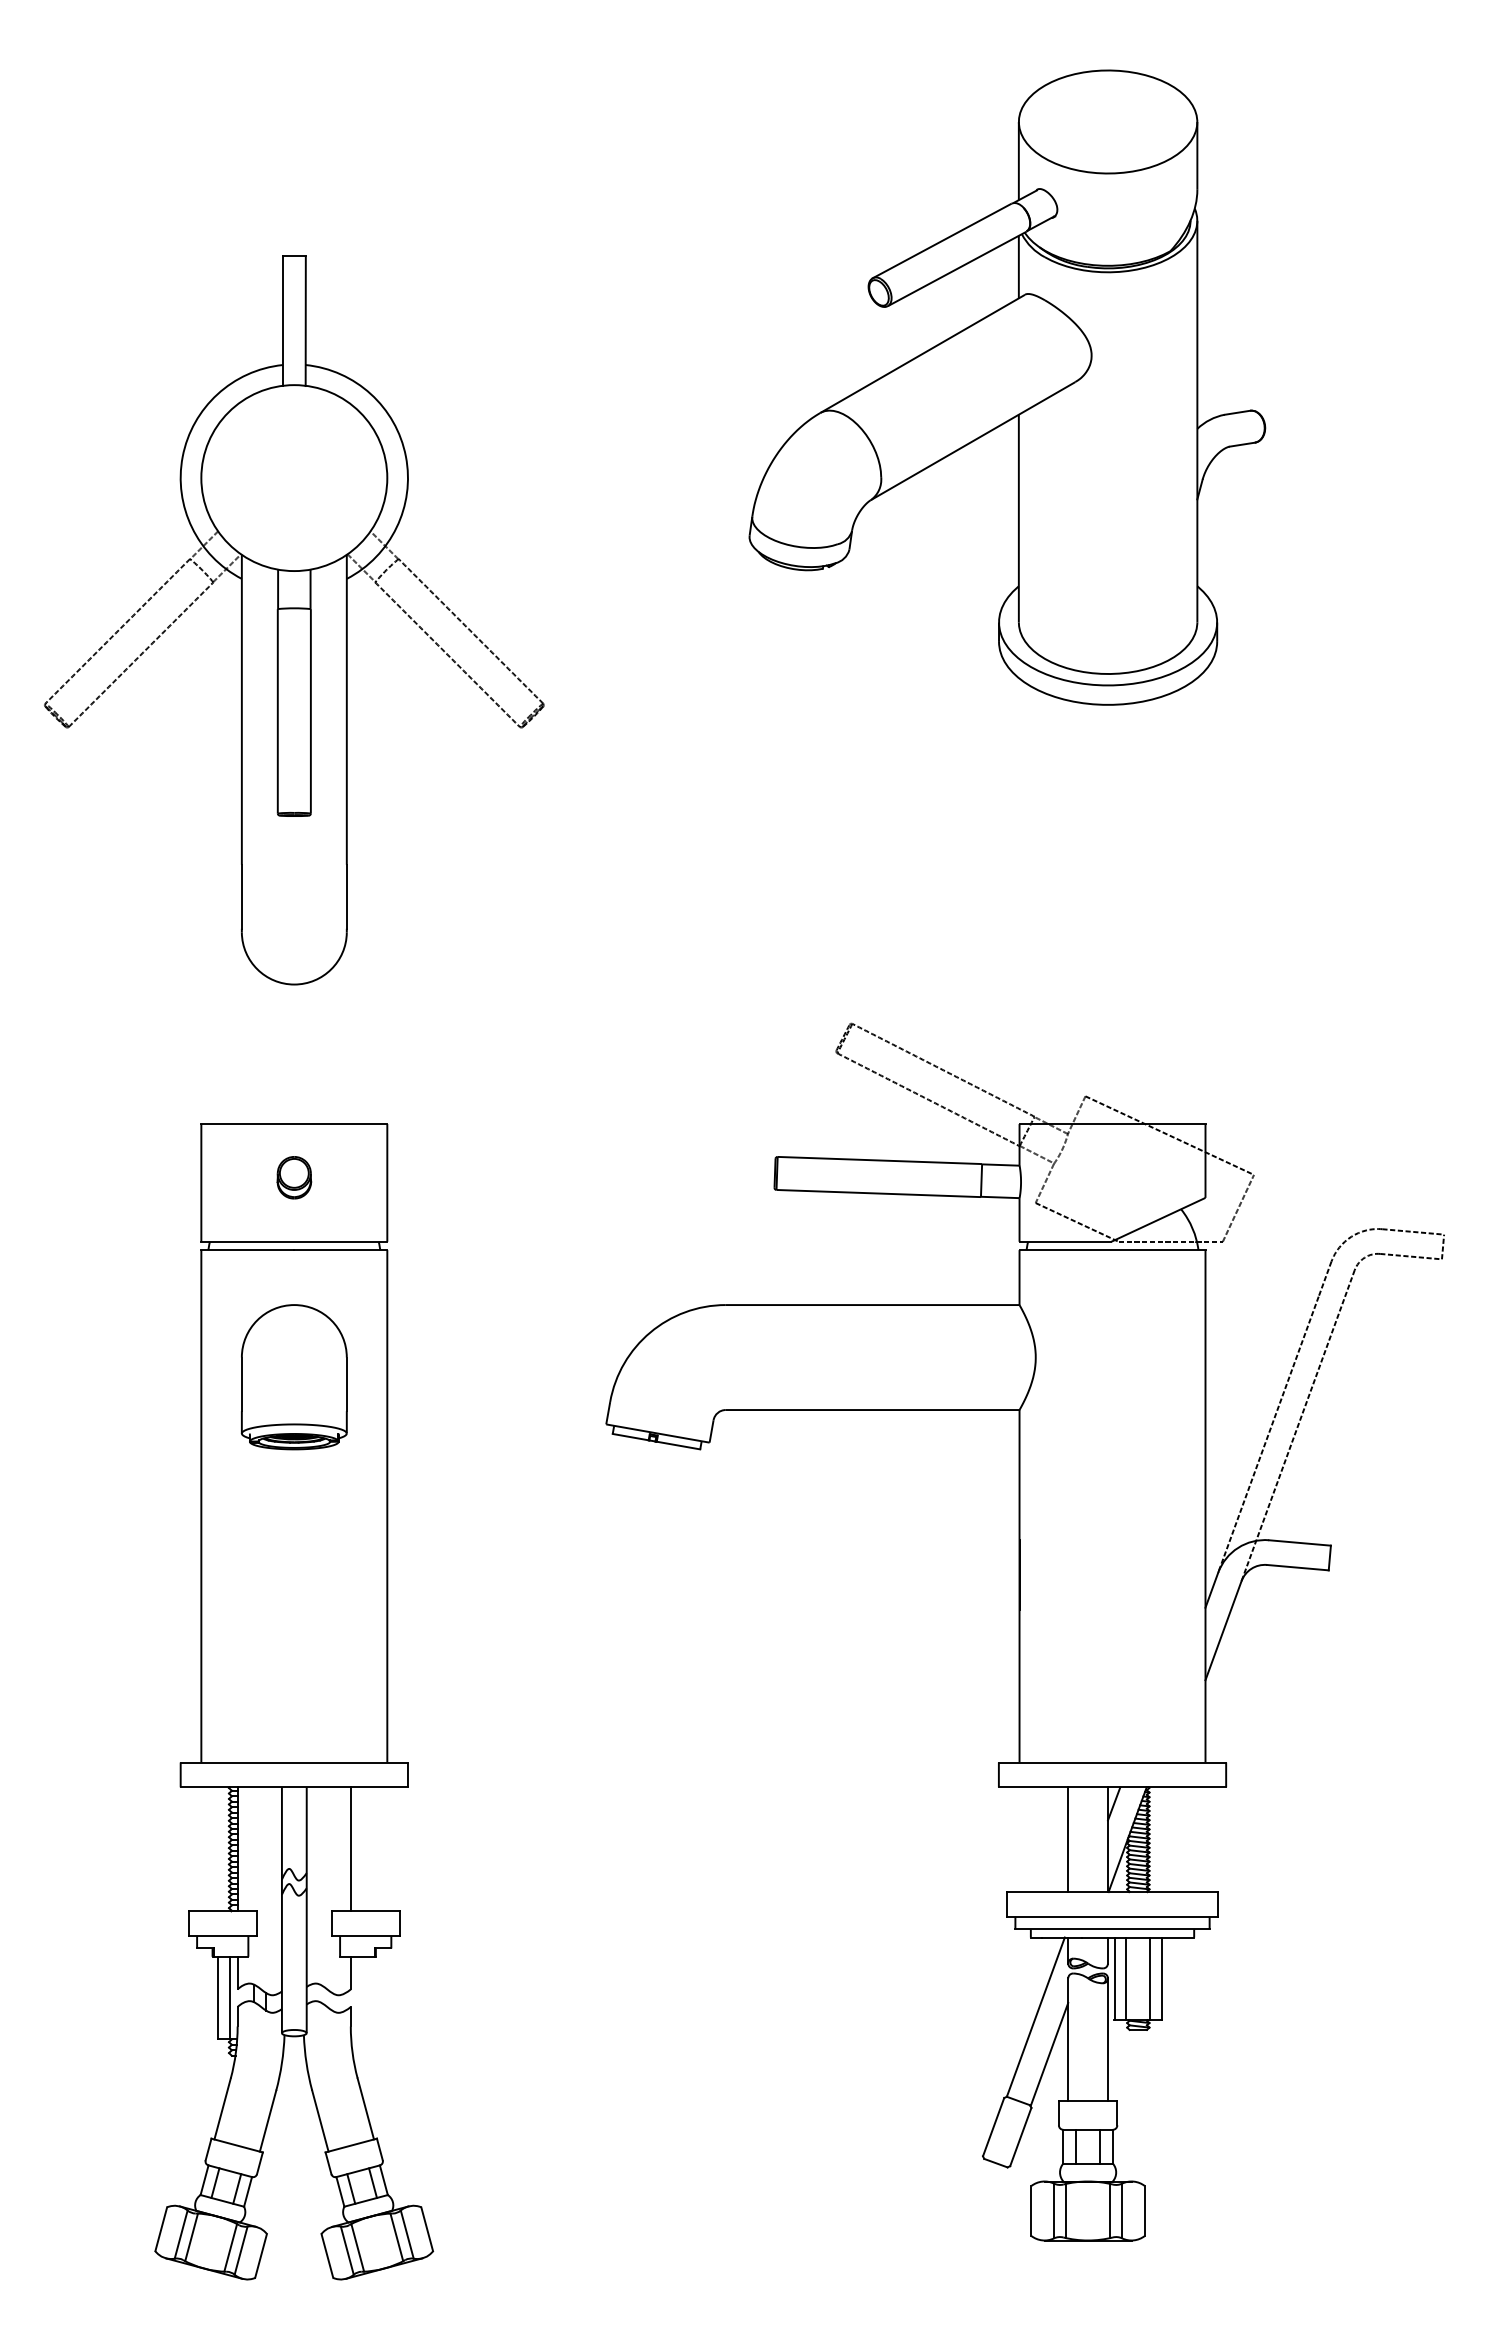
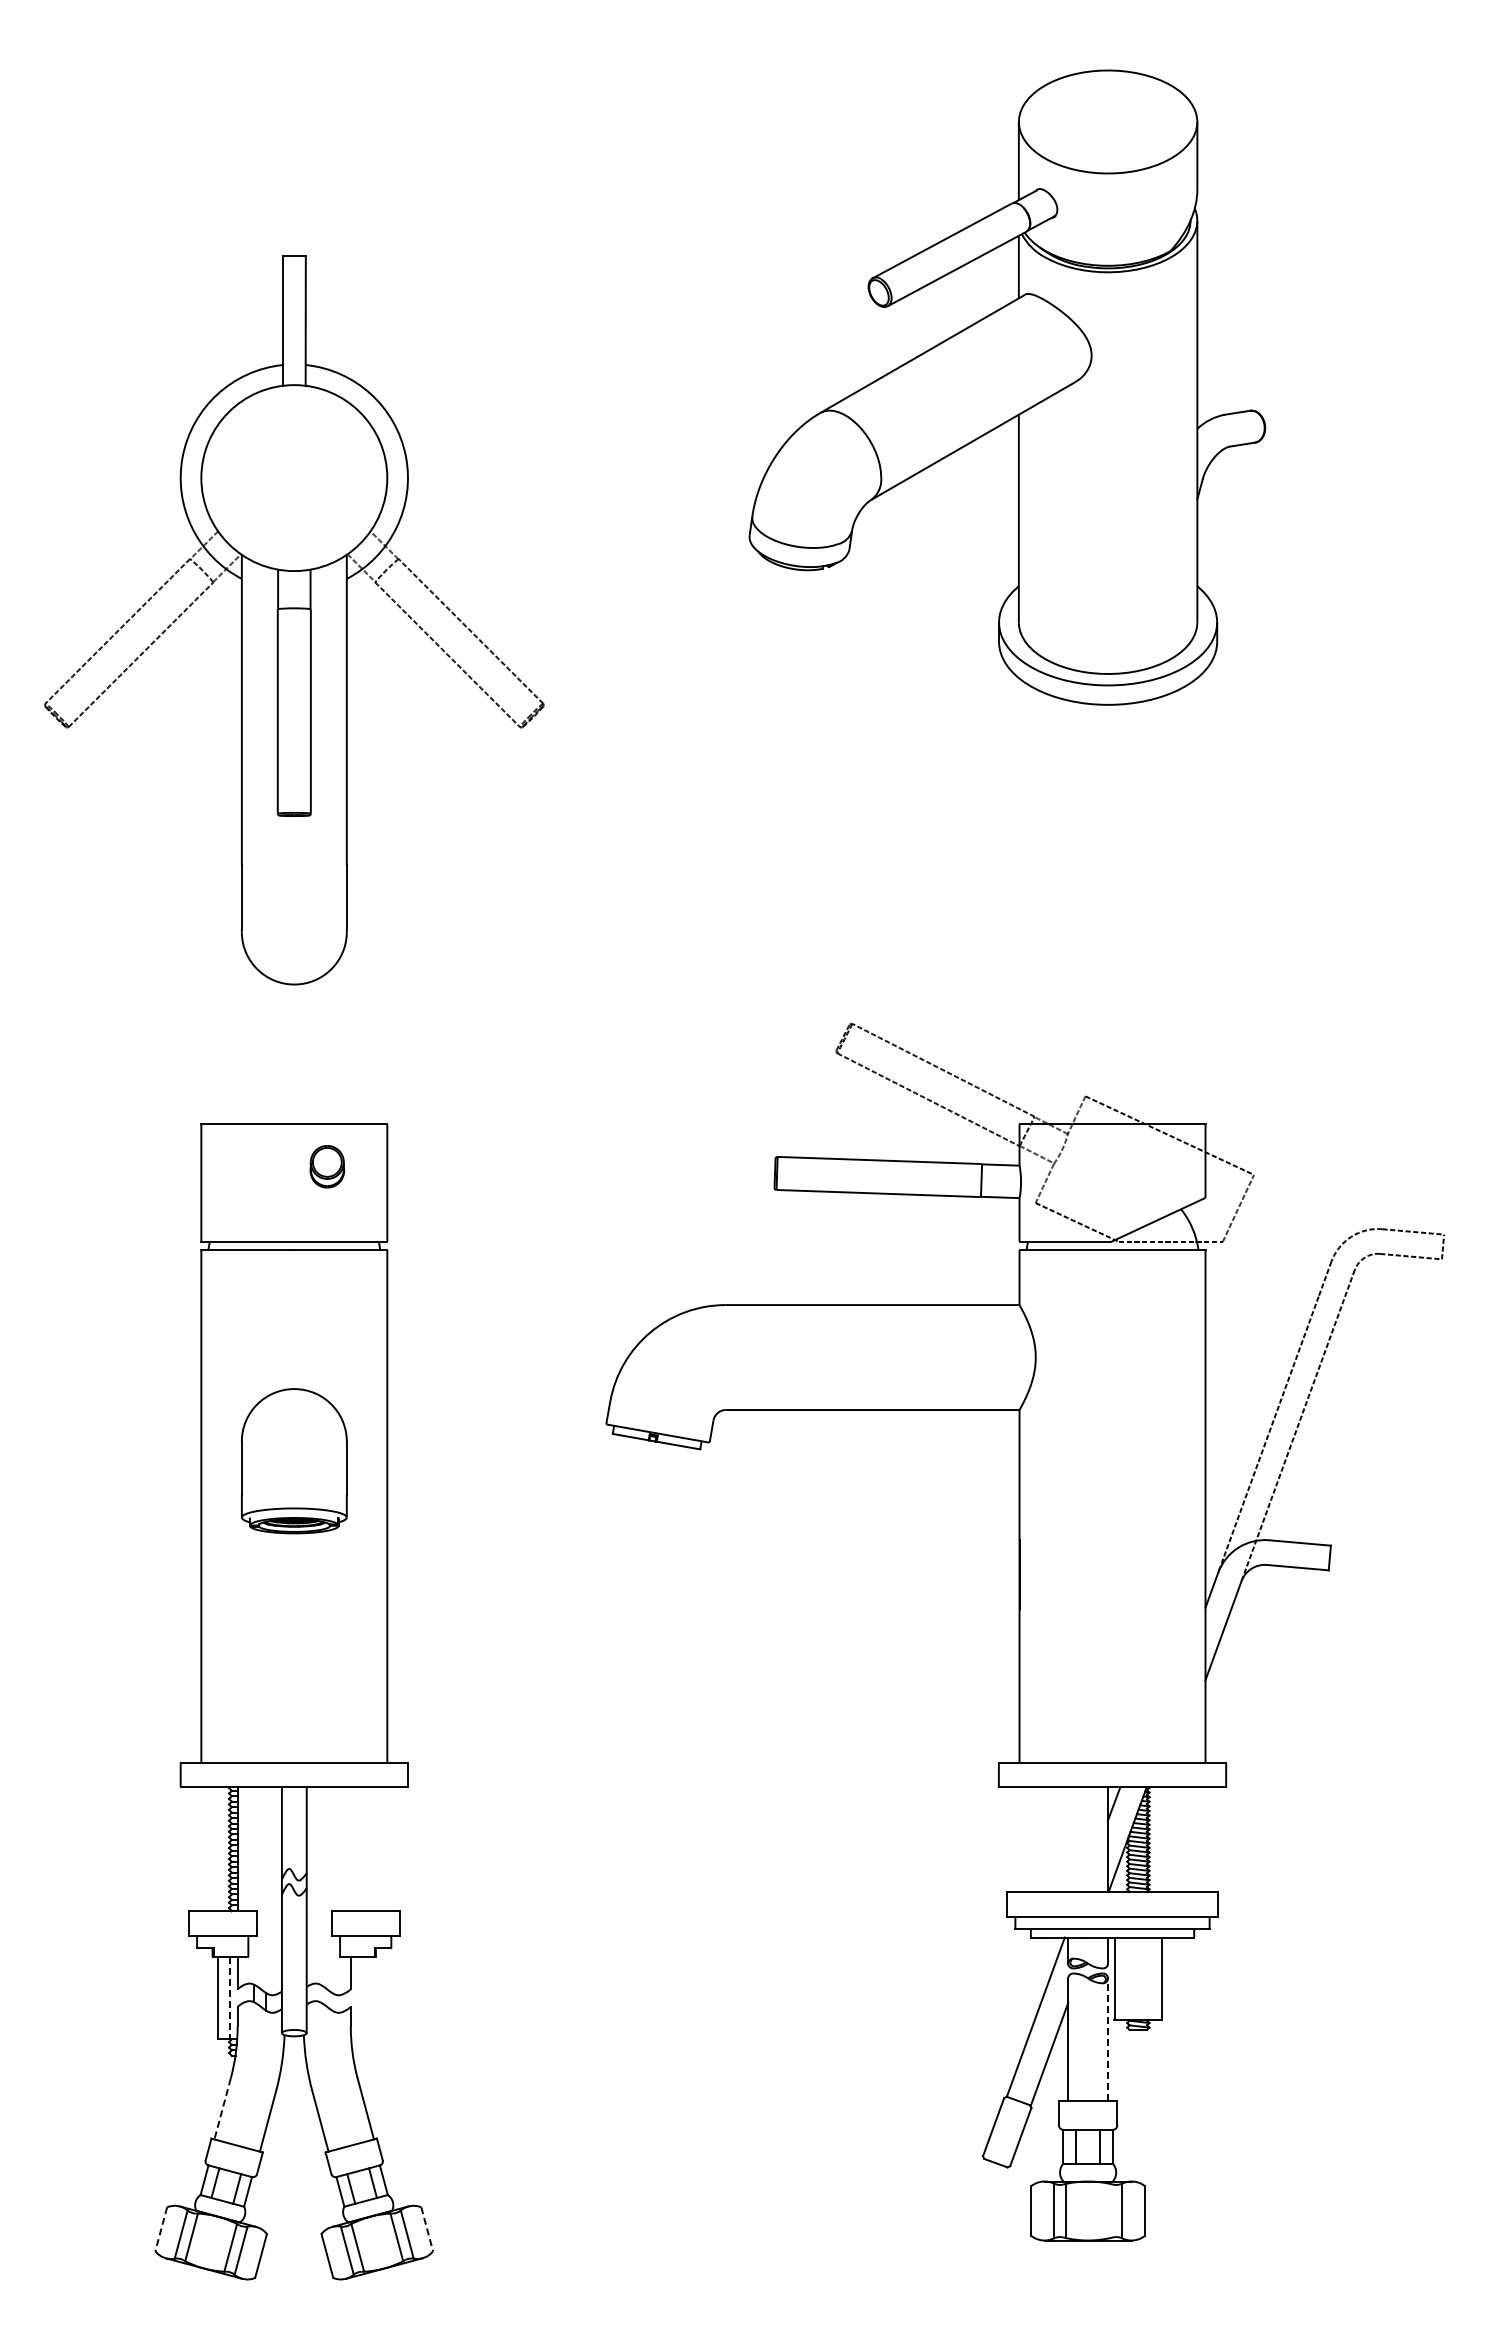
part at (294, 1177) position: (294, 1177) -> (327, 1166)
part at (293, 1377) position: (293, 1377) -> (293, 1461)
line at (1068, 1839): present -> none
line at (350, 1849): present -> none
line at (1126, 1978): present -> none
line at (1150, 1978): present -> none
line at (230, 1998): solid -> dashed
line at (1107, 2039): solid -> dashed
line at (222, 2108): solid -> dashed
line at (1110, 2210): present -> none
line at (161, 2229): solid -> dashed
line at (427, 2229): solid -> dashed
